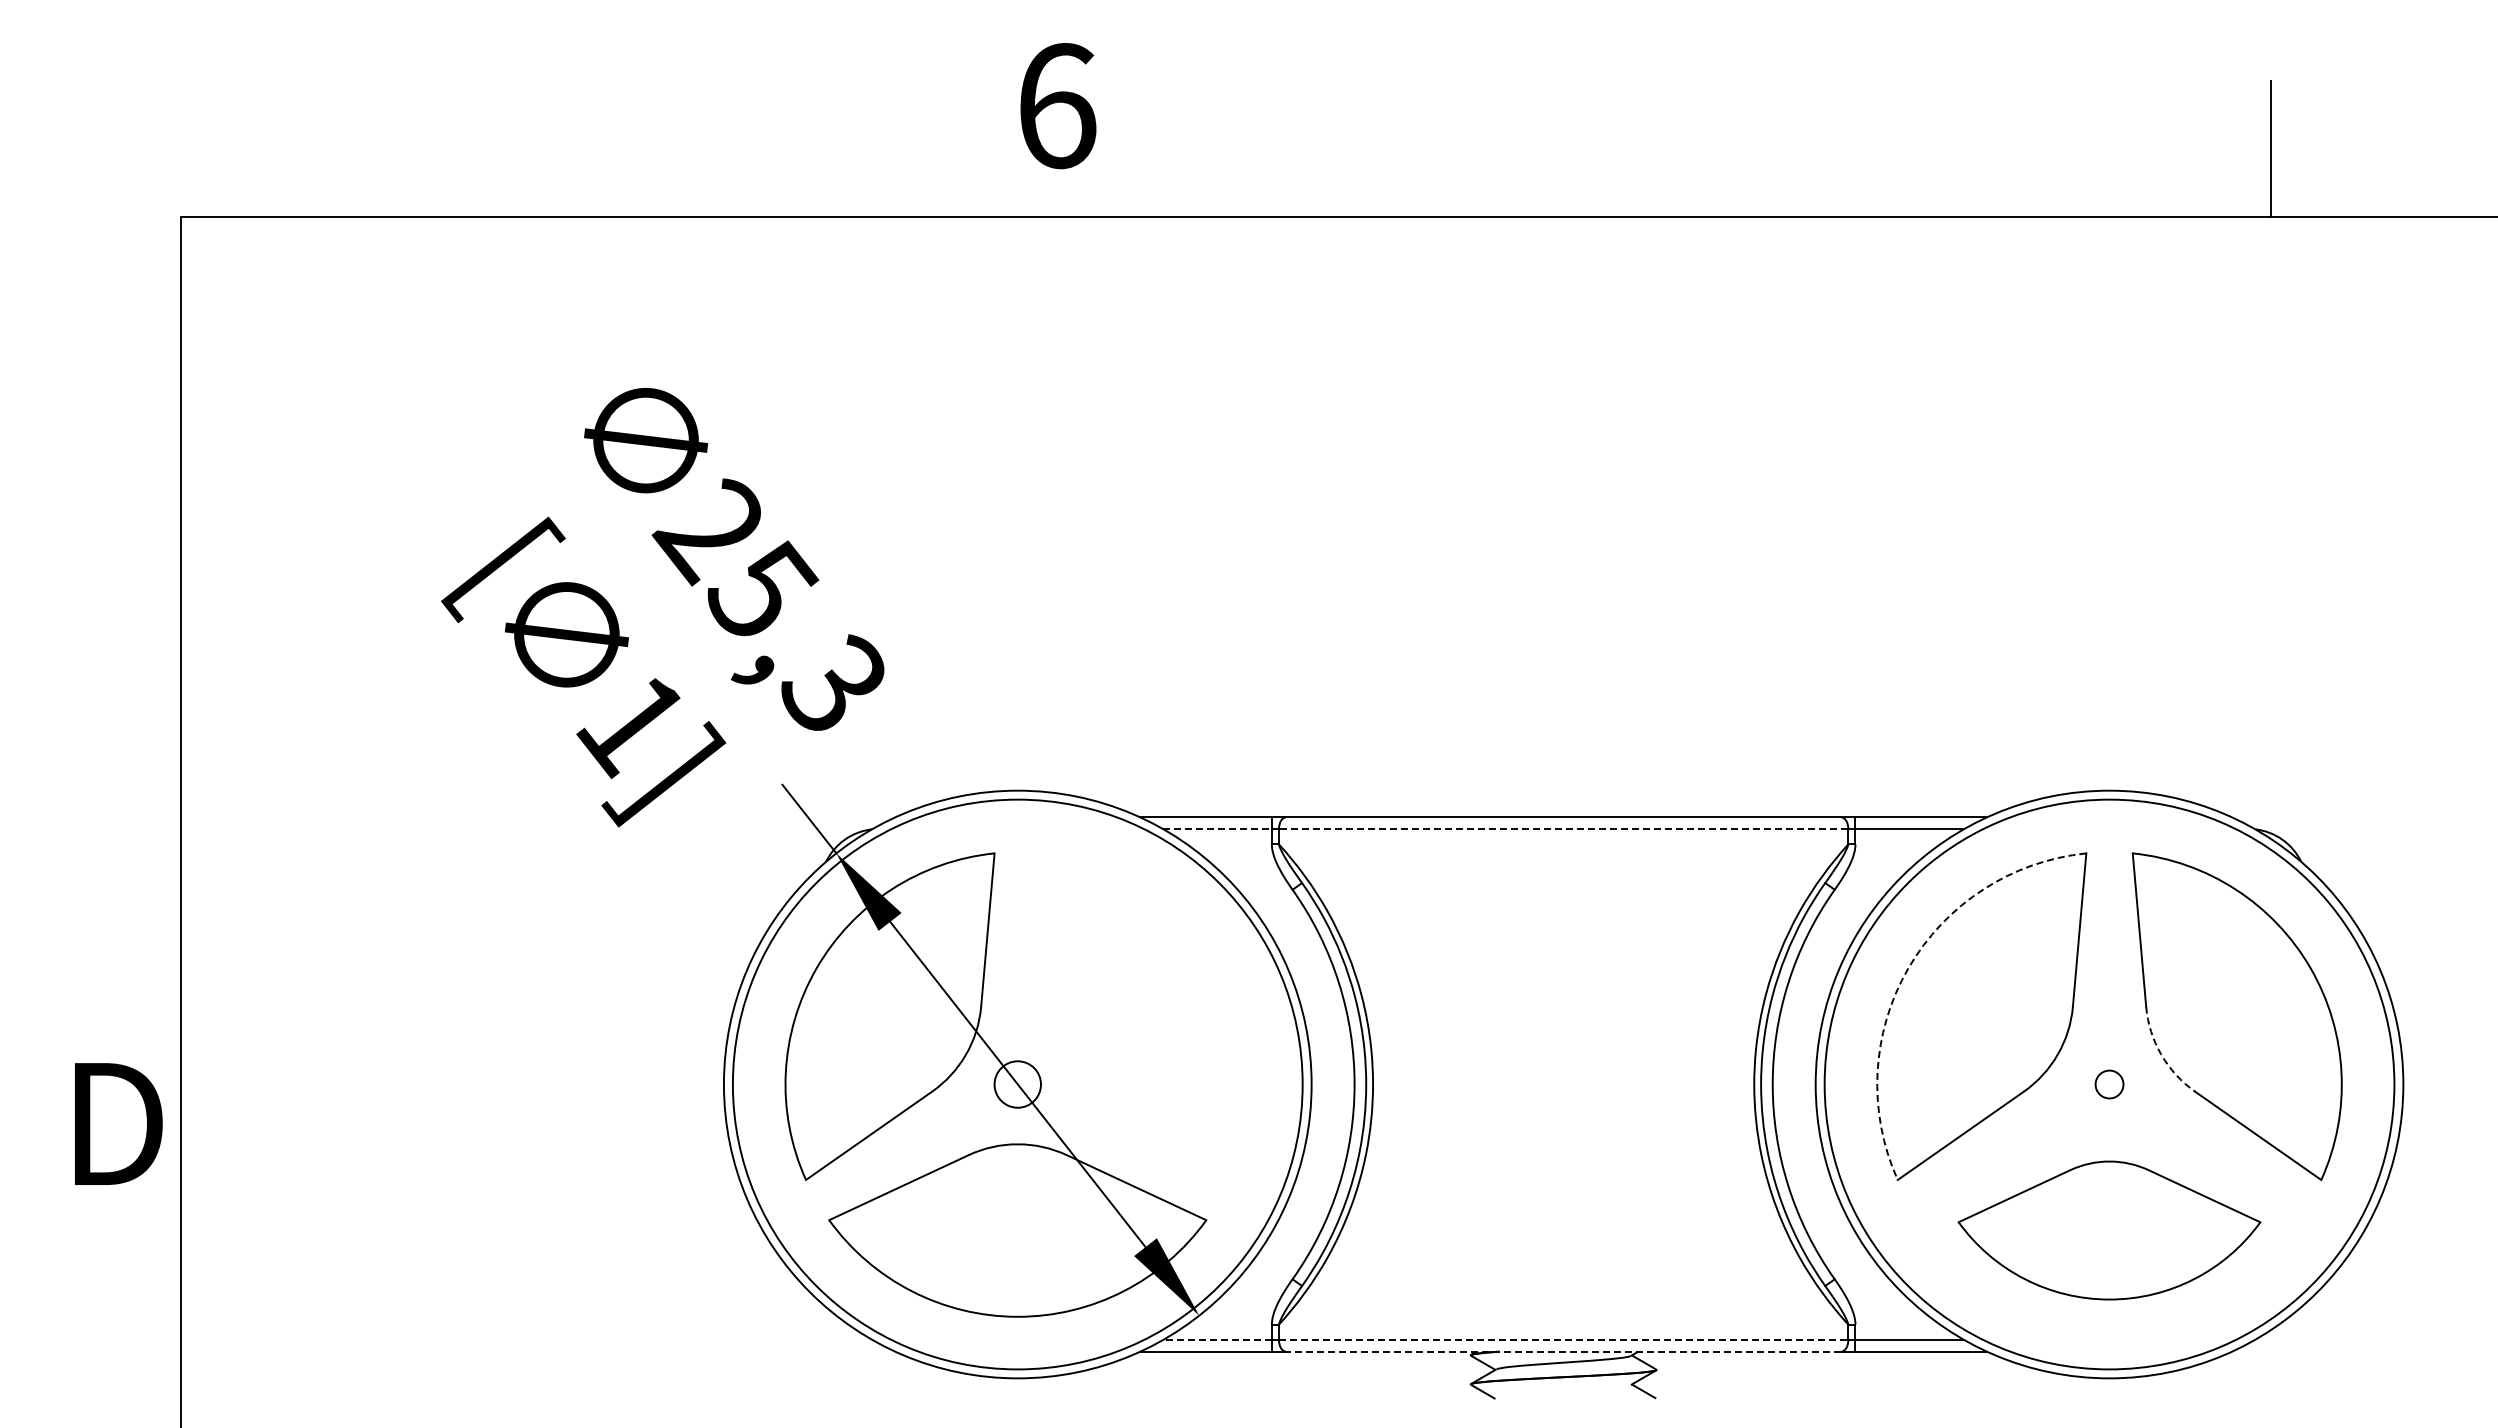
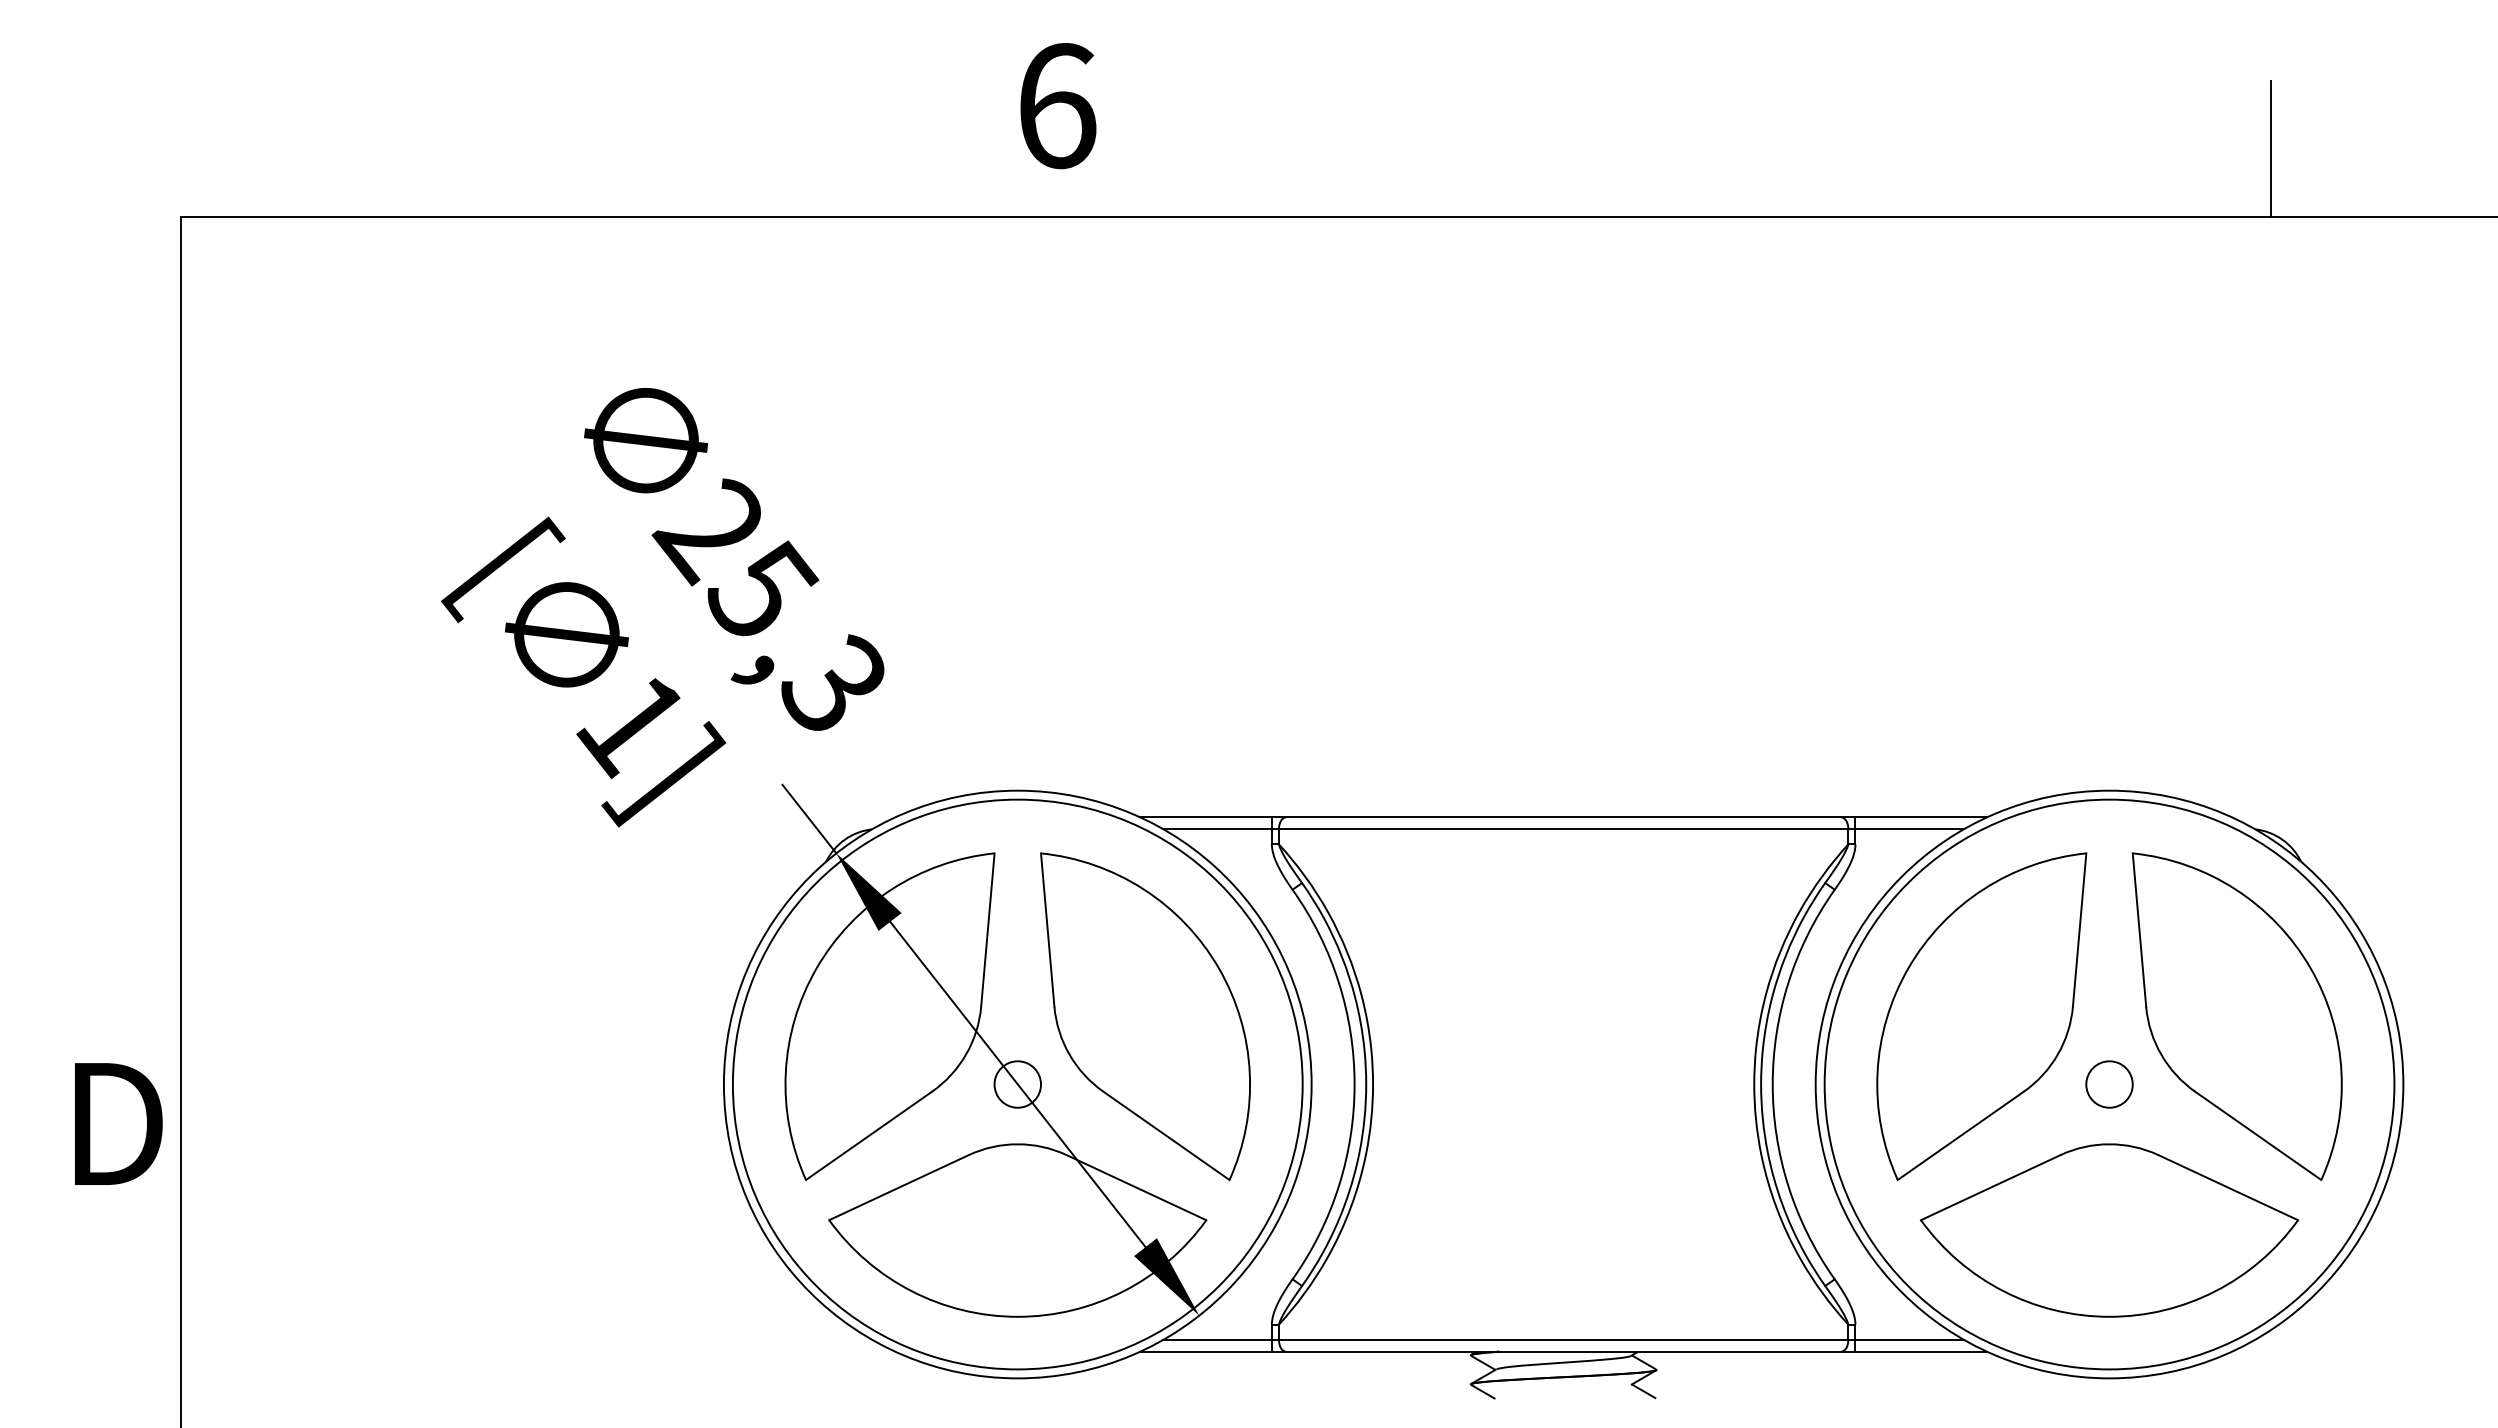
line at (1217, 829): dashed -> solid
line at (1563, 829): dashed -> solid
arc at (1908, 968): dashed -> solid
part at (1145, 1016): none -> present
arc at (2161, 1054): dashed -> solid
circle at (2109, 1084) diameter: 28 px -> 46 px
part at (2109, 1230) size: 305x141 px -> 379x175 px
line at (1216, 1340): dashed -> solid
line at (1563, 1340): dashed -> solid
line at (1563, 1351): dashed -> solid
